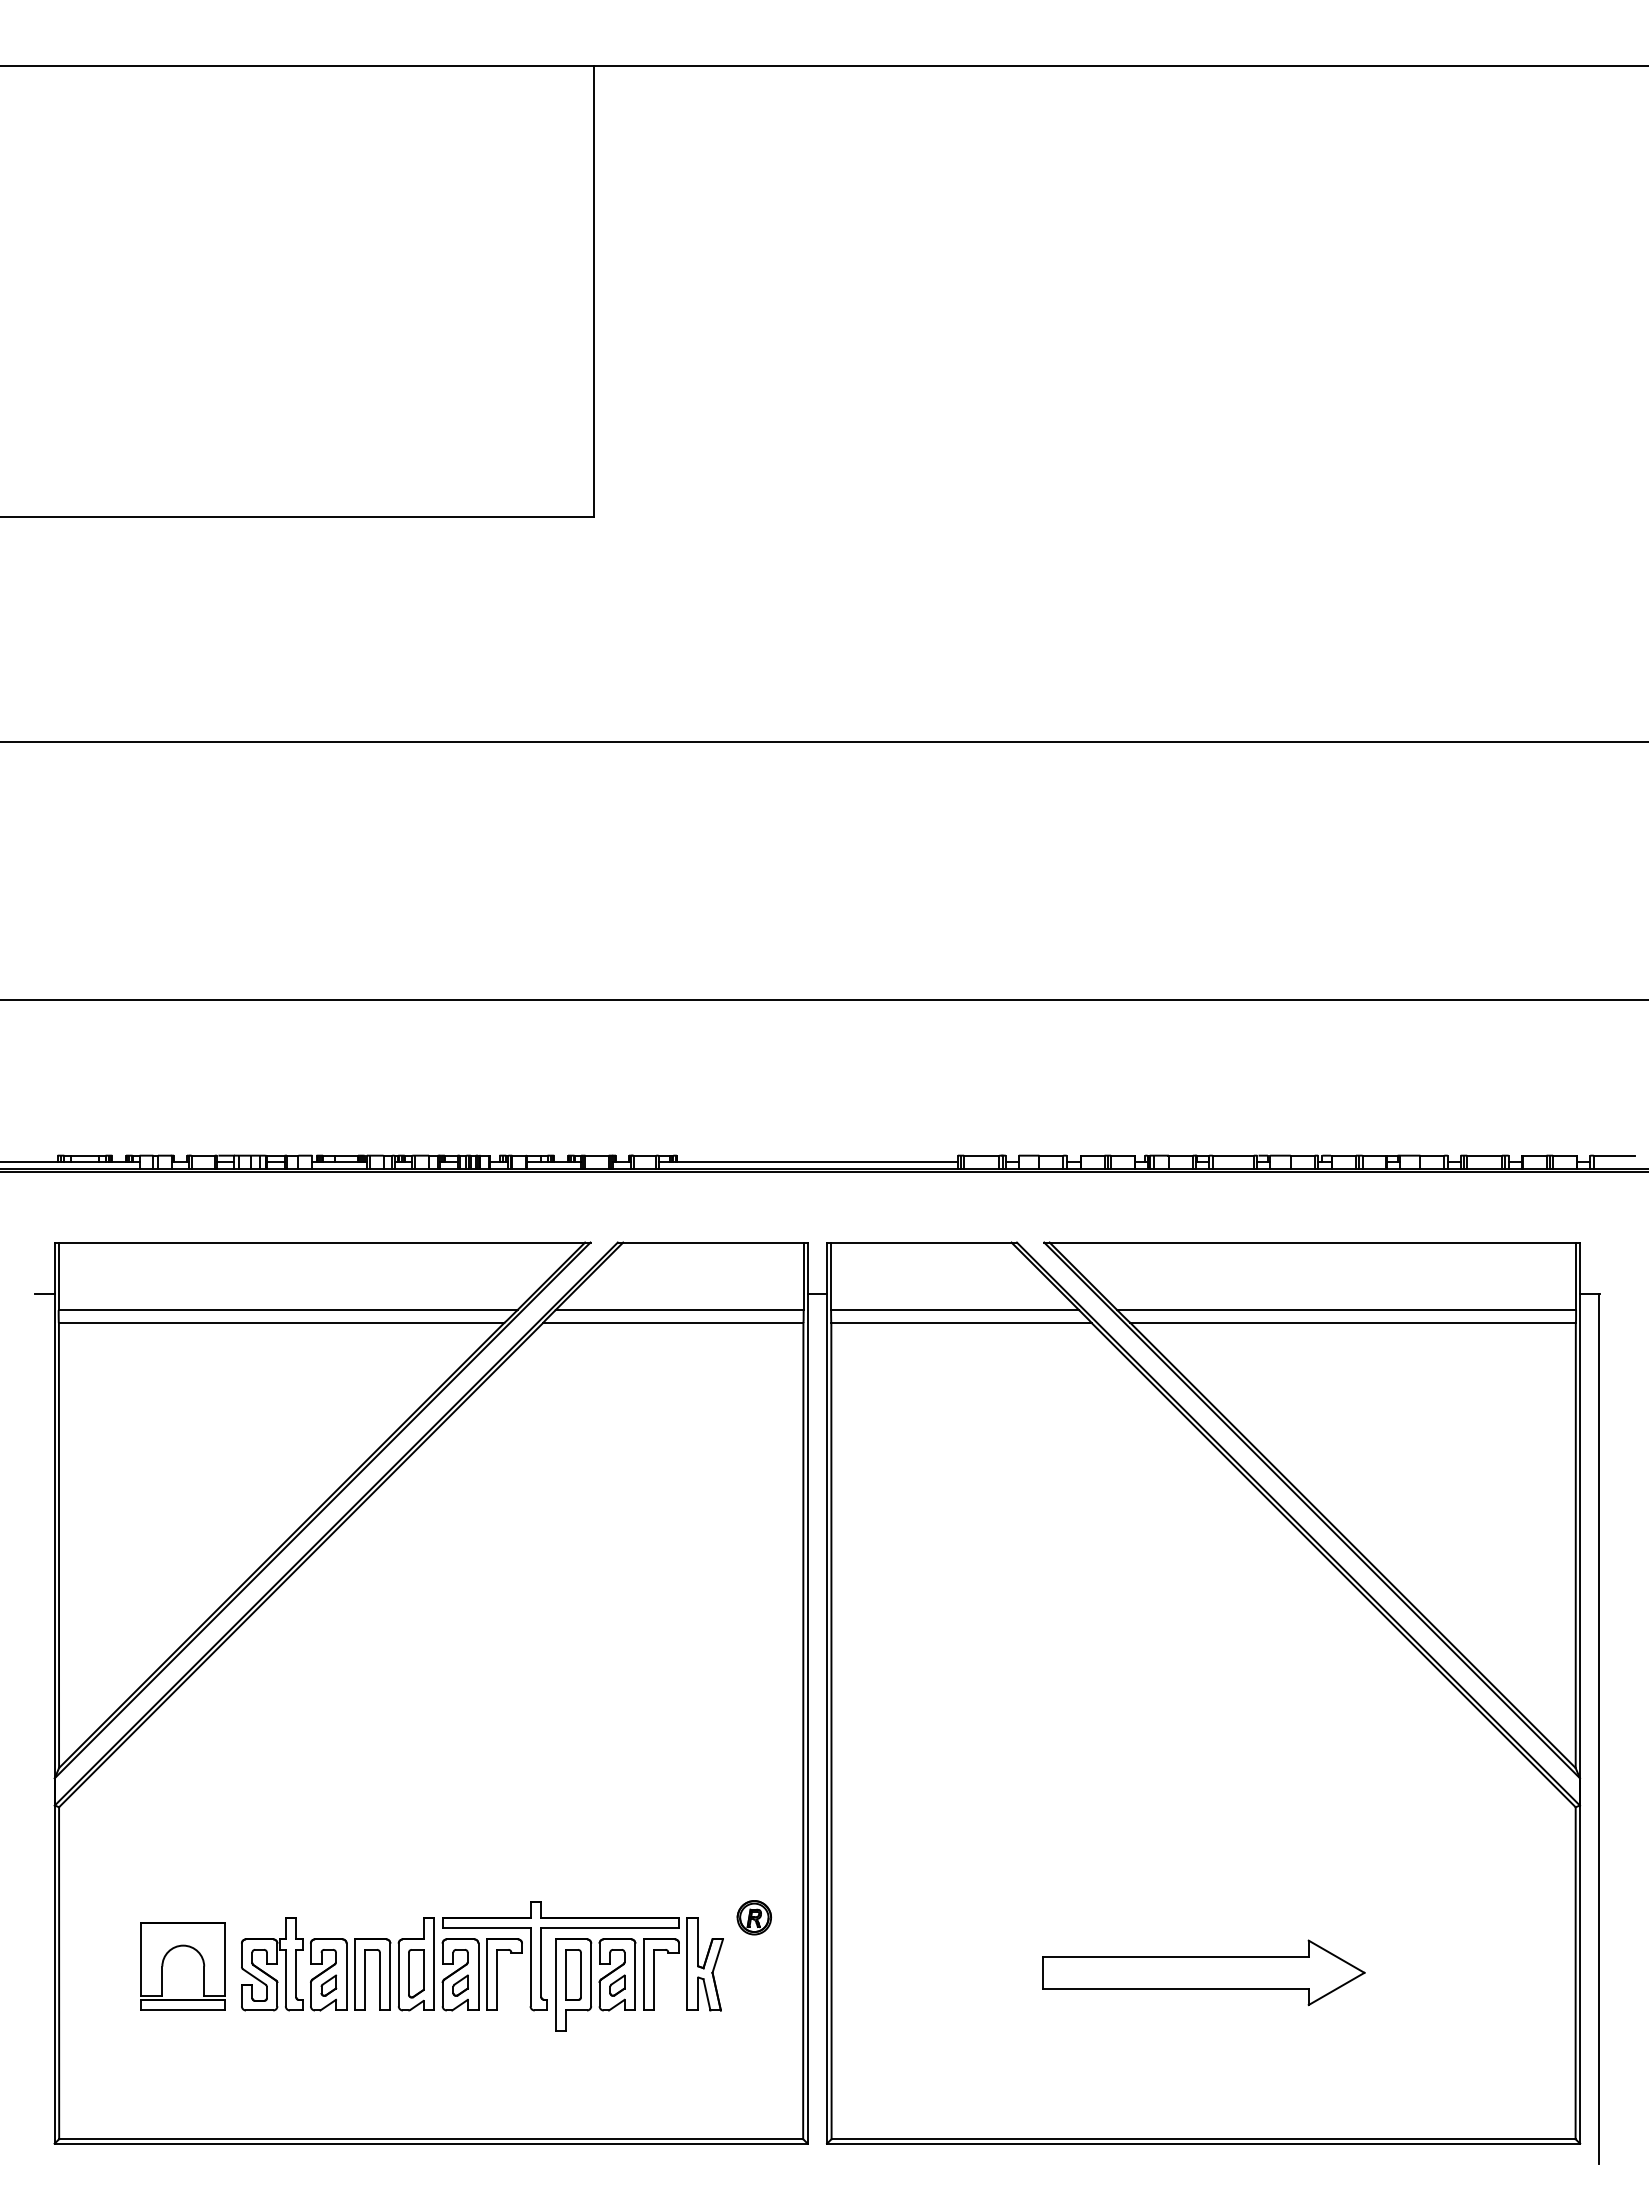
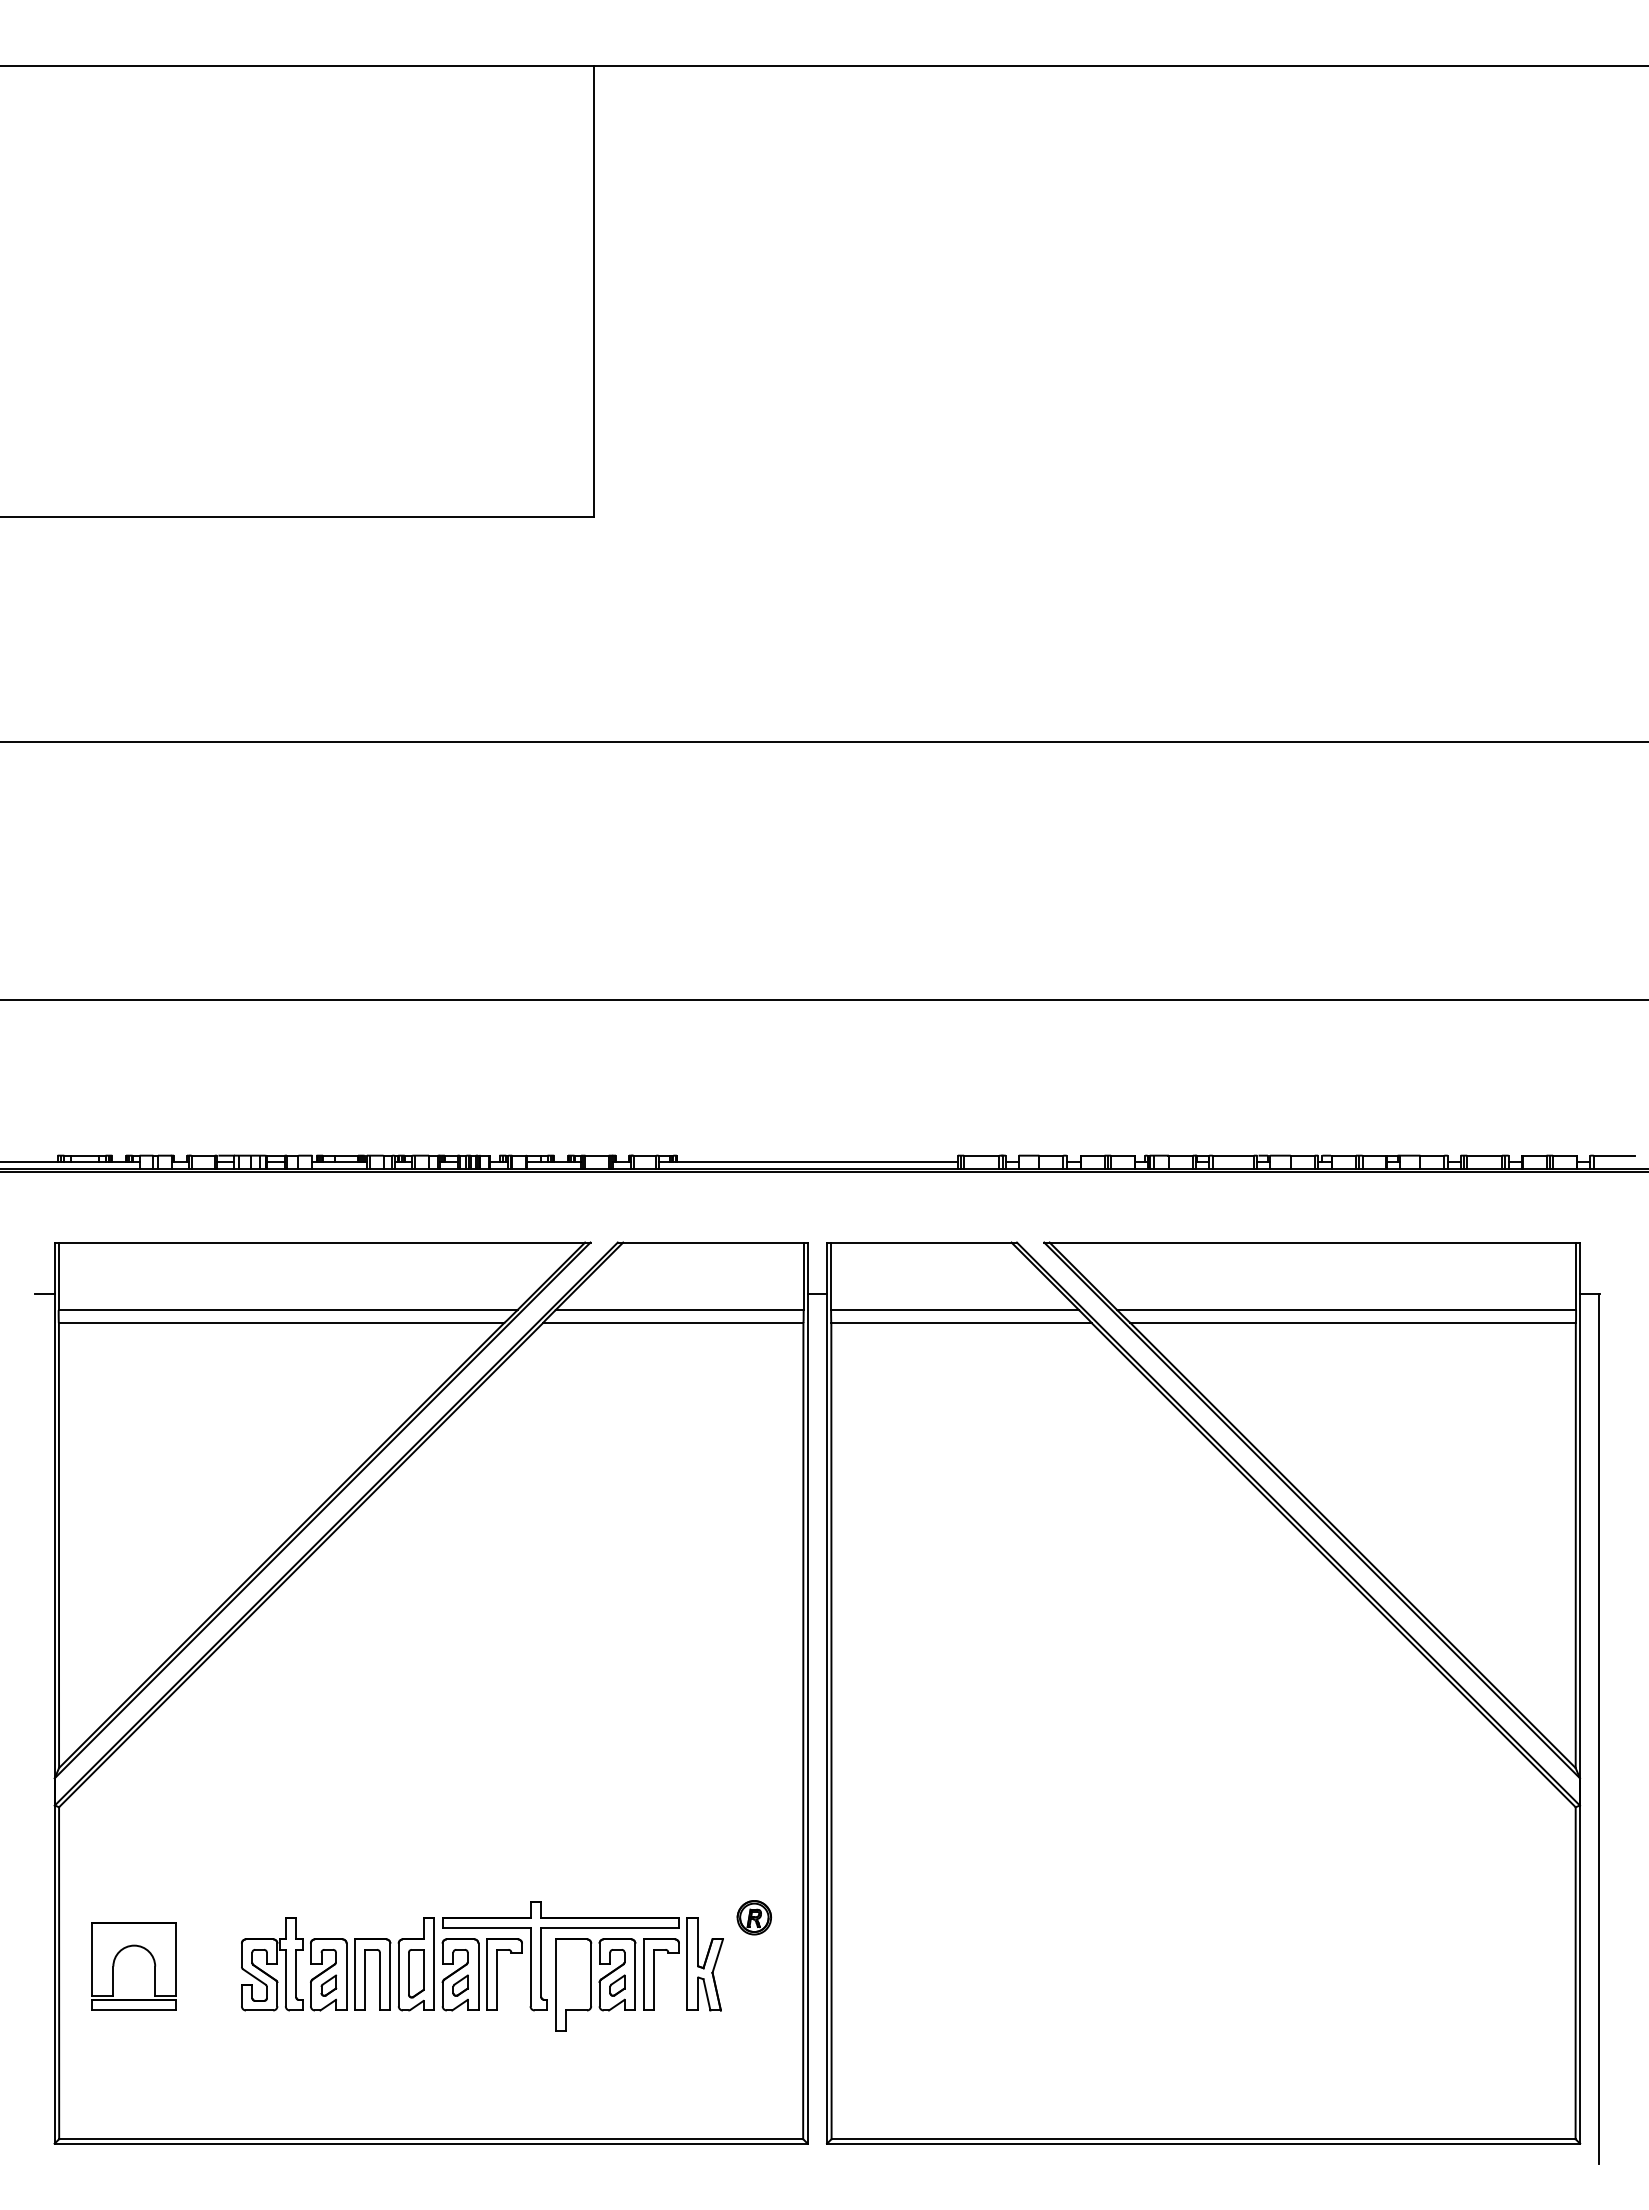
part at (166, 1956) position: (166, 1956) -> (117, 1956)
part at (1203, 1972): present -> none
part at (573, 1974): present -> none
